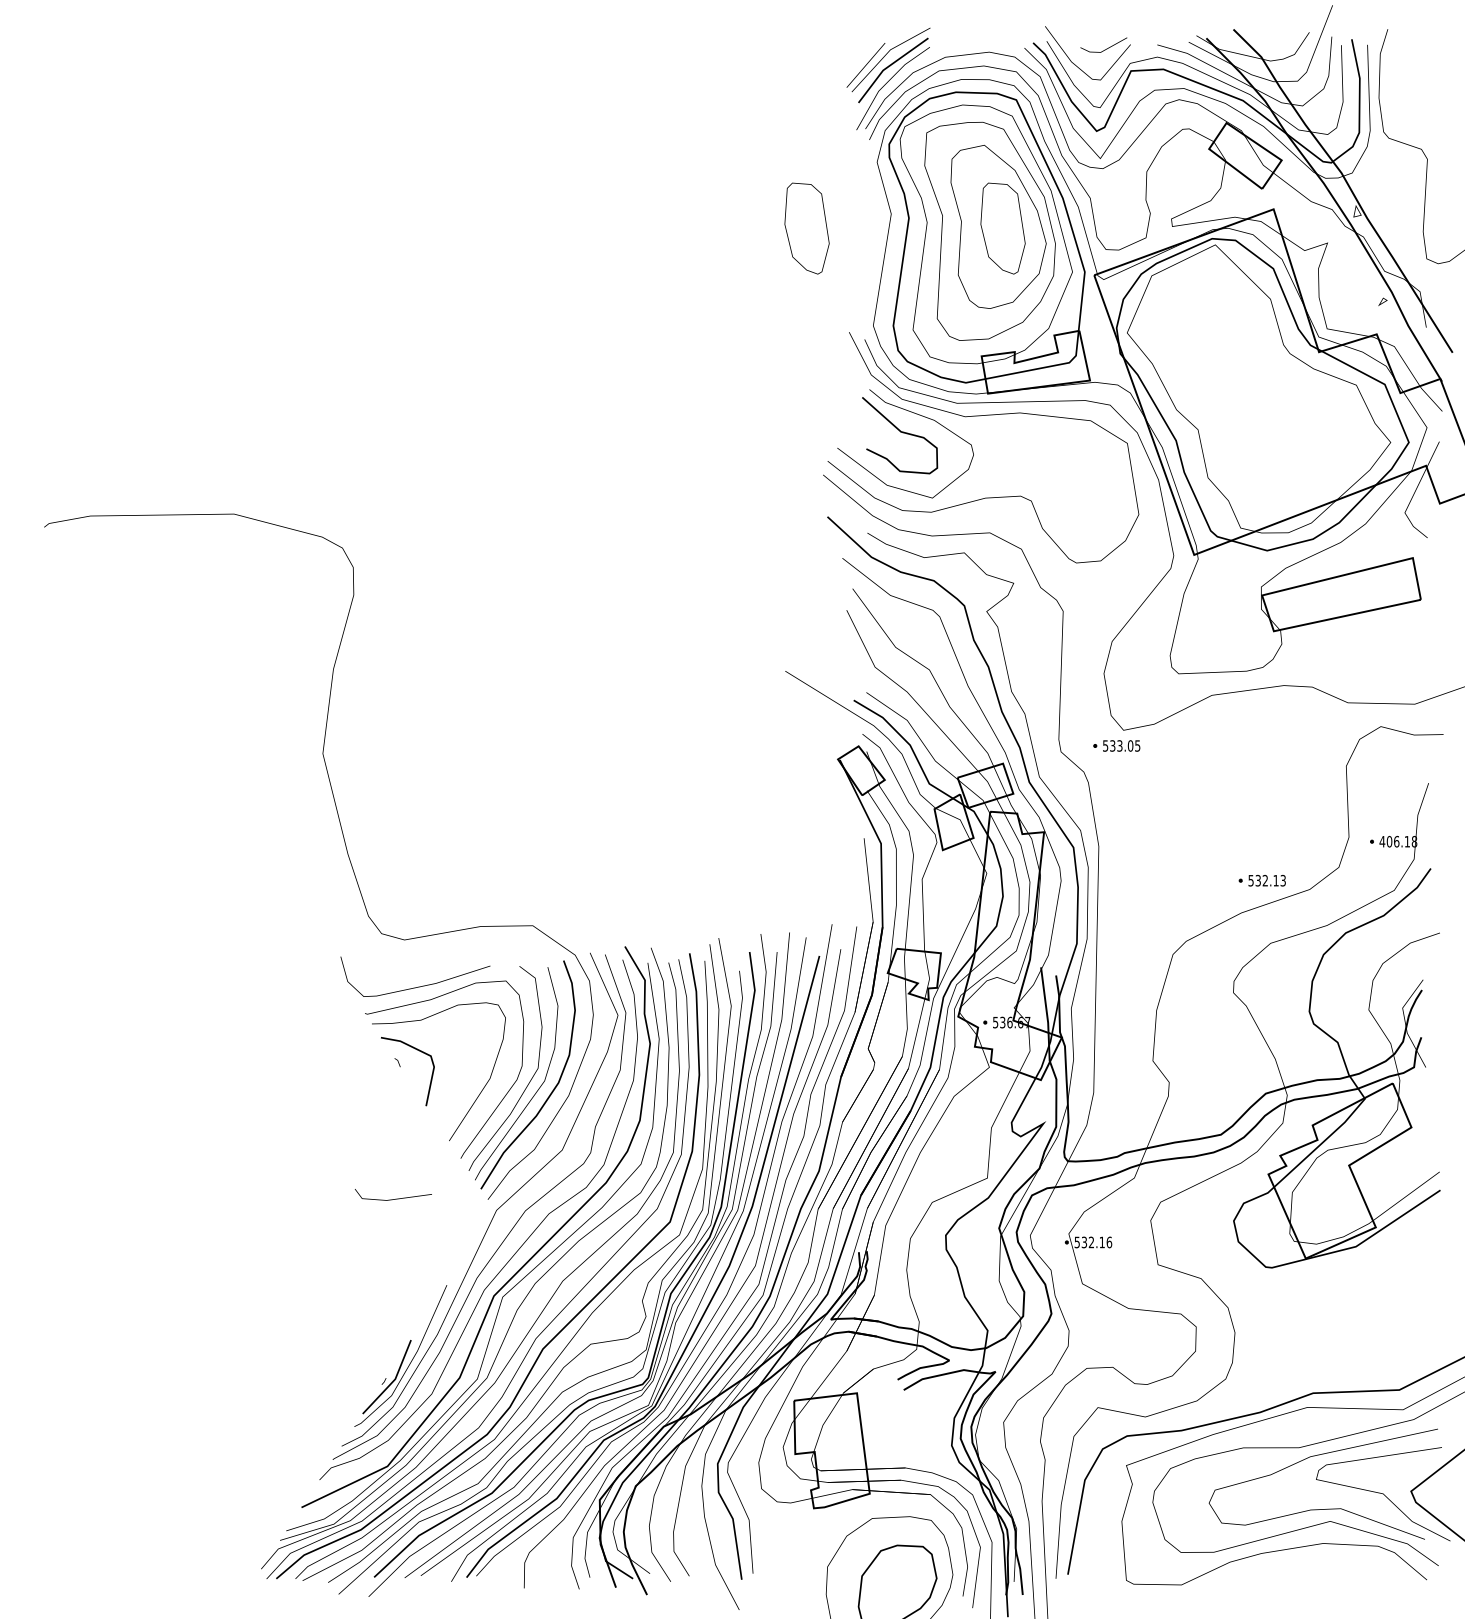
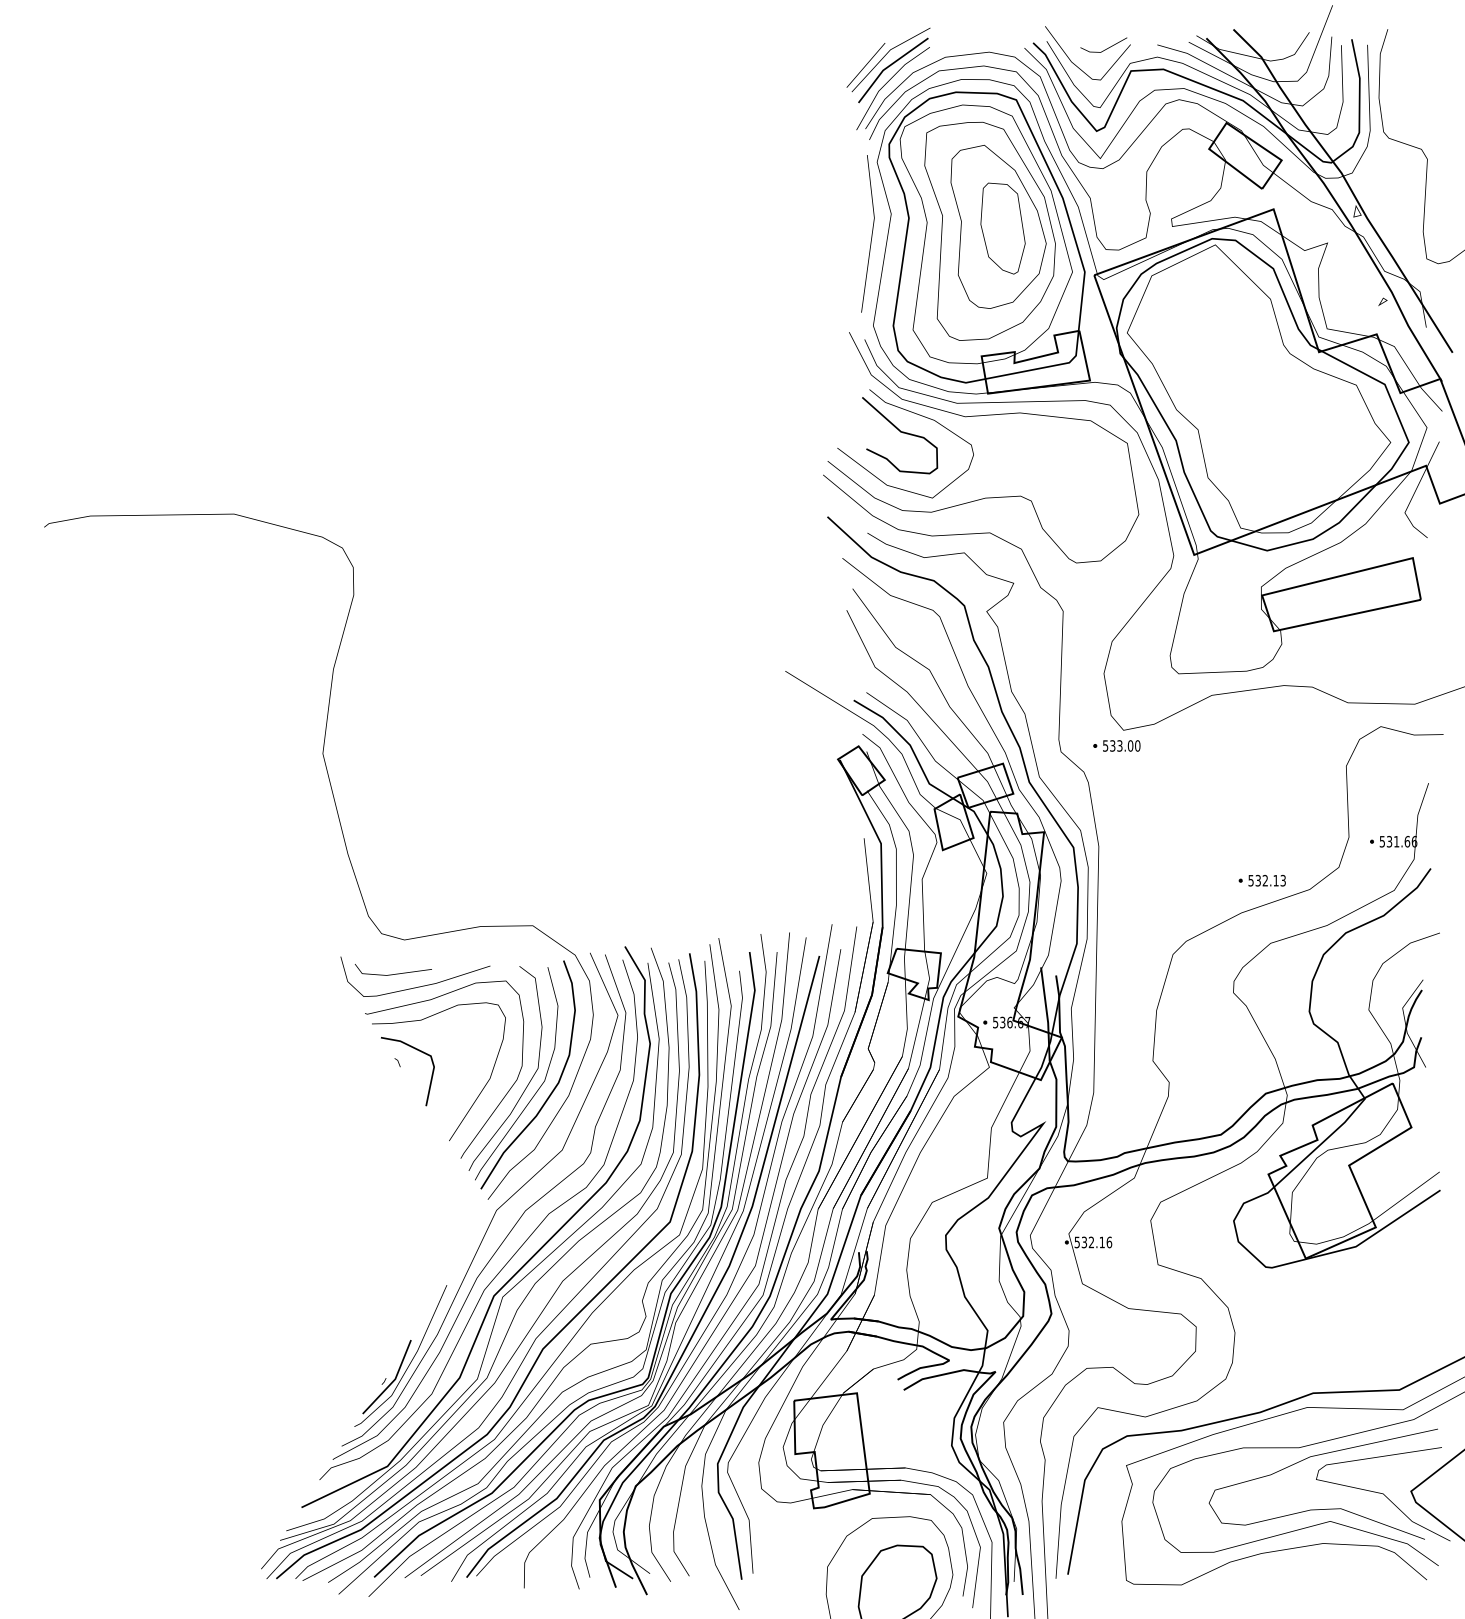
part at (806, 228): present -> none
line at (871, 234): none -> present
text at (1137, 745): 533.05 -> 533.00
text at (1398, 841): 406.18 -> 531.66
line at (395, 1198) position: (395, 1198) -> (395, 973)
